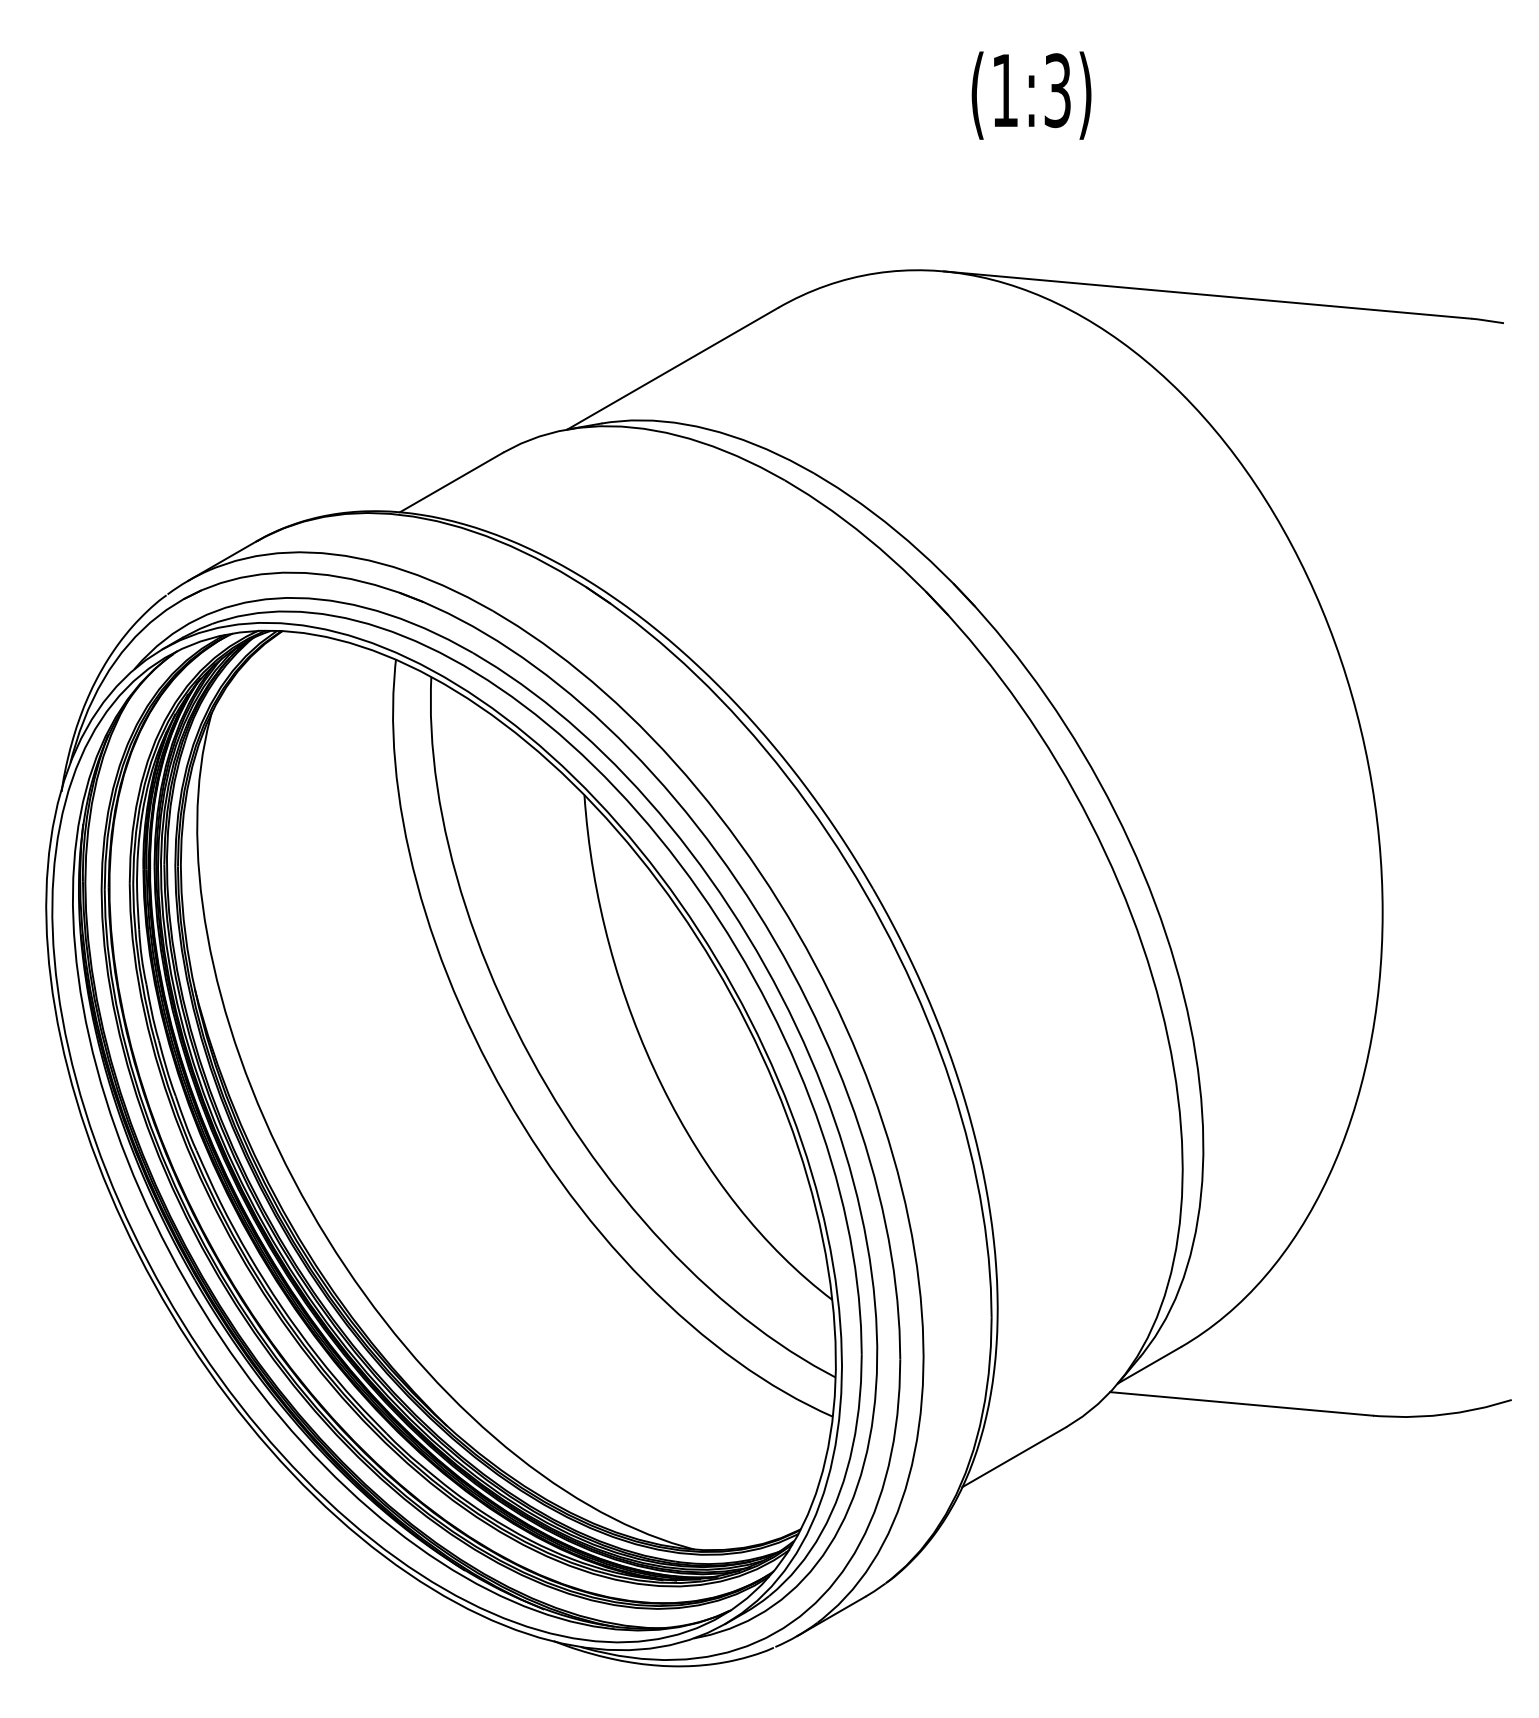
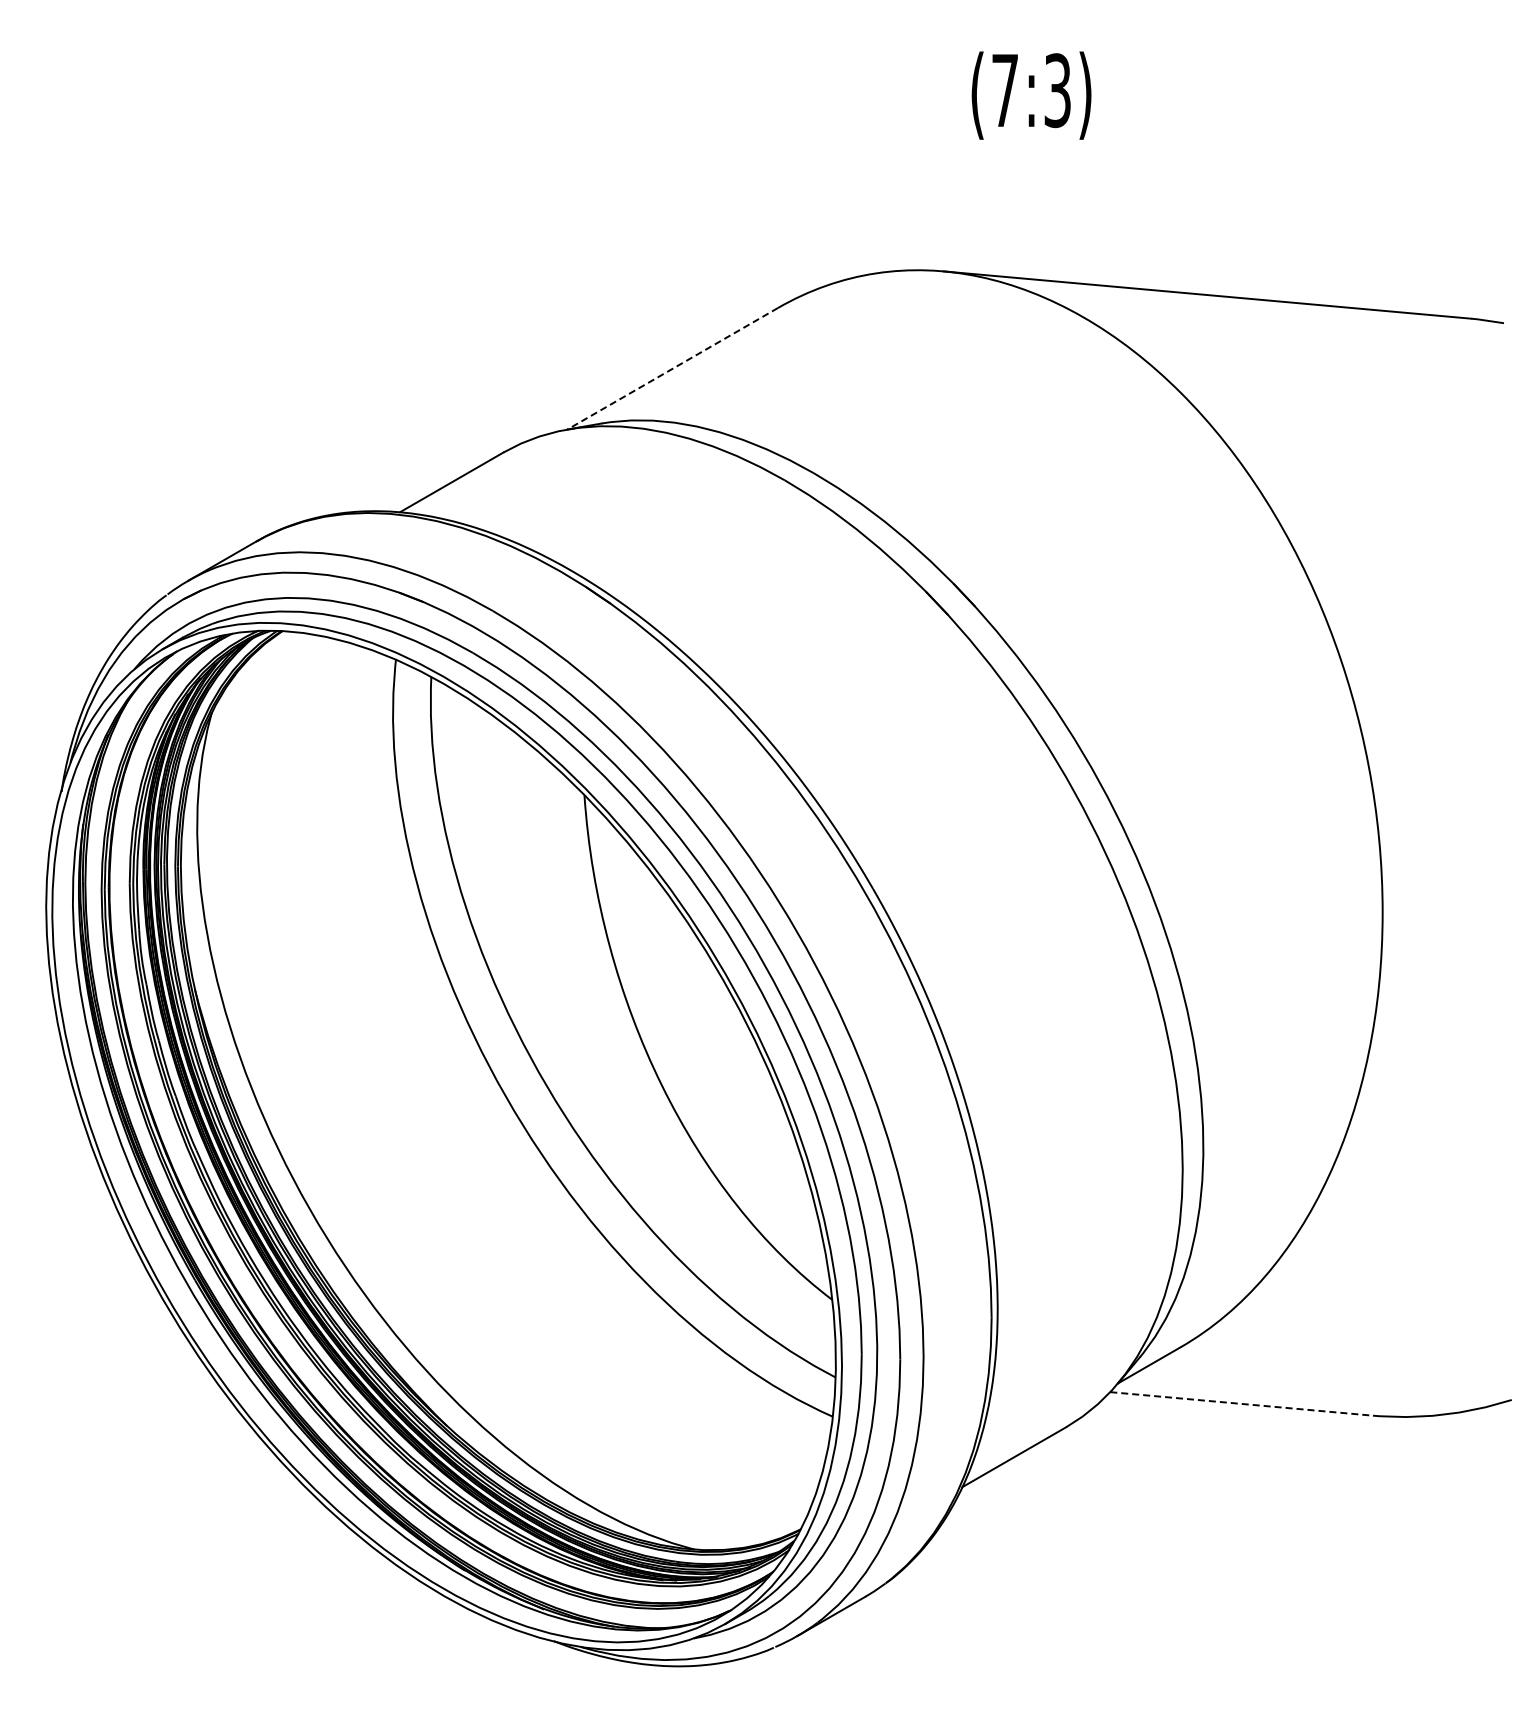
text at (1004, 90): (1:3) -> (7:3)
line at (672, 368): solid -> dashed
line at (1241, 1403): solid -> dashed
